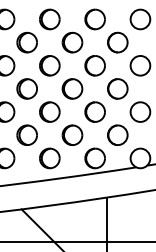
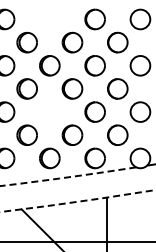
part at (49, 19): present -> none
part at (49, 111): present -> none
arc at (68, 177): solid -> dashed
arc at (79, 201): solid -> dashed
